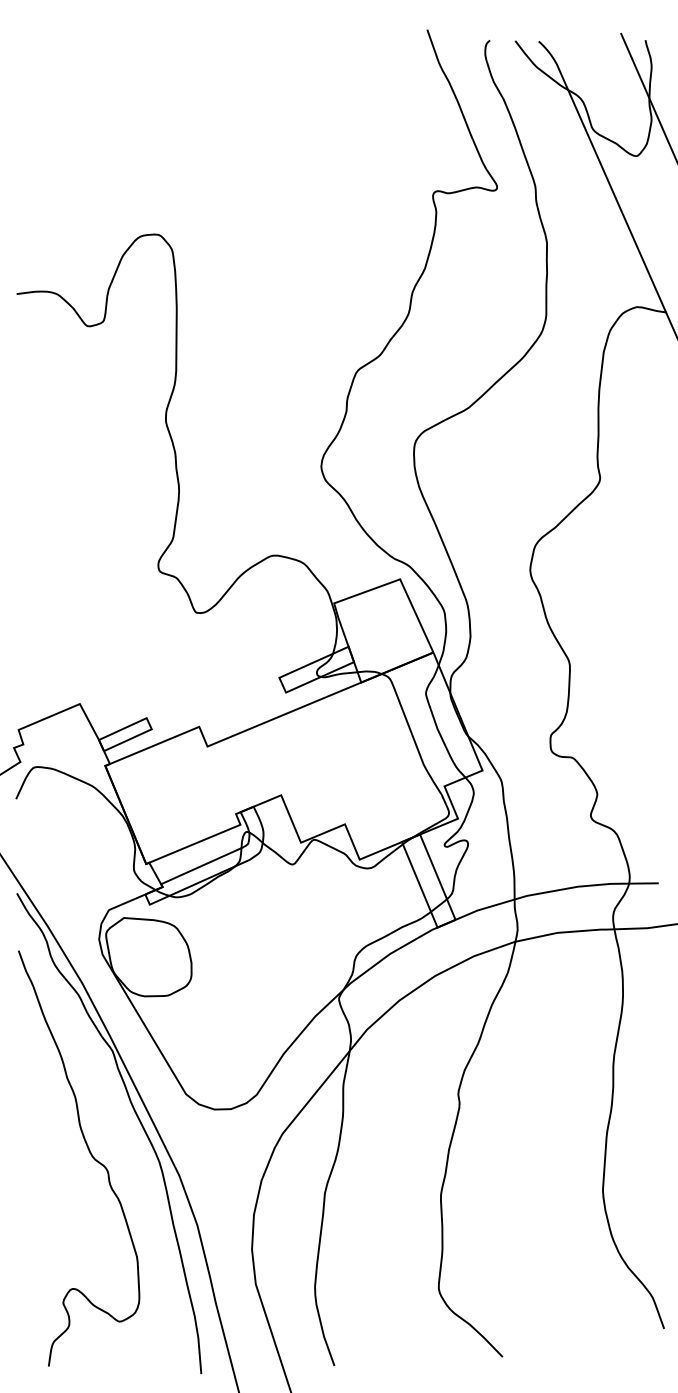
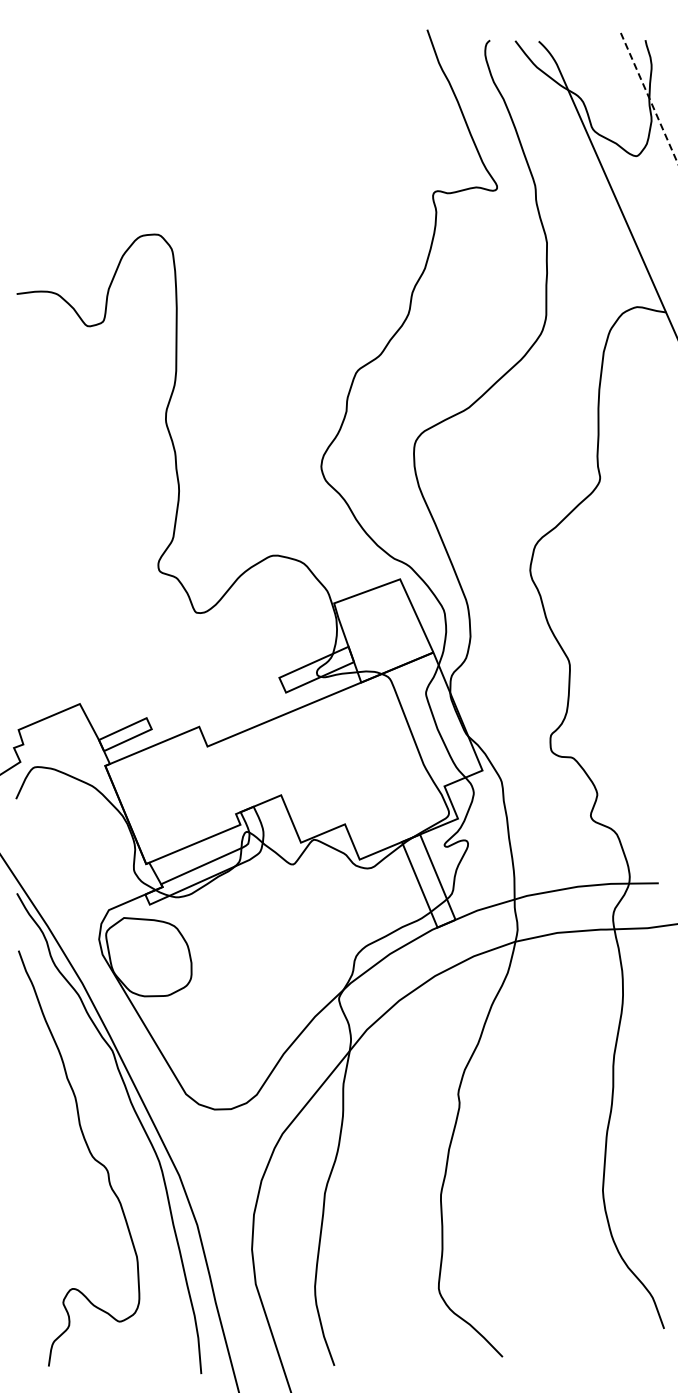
line at (649, 98): solid -> dashed
